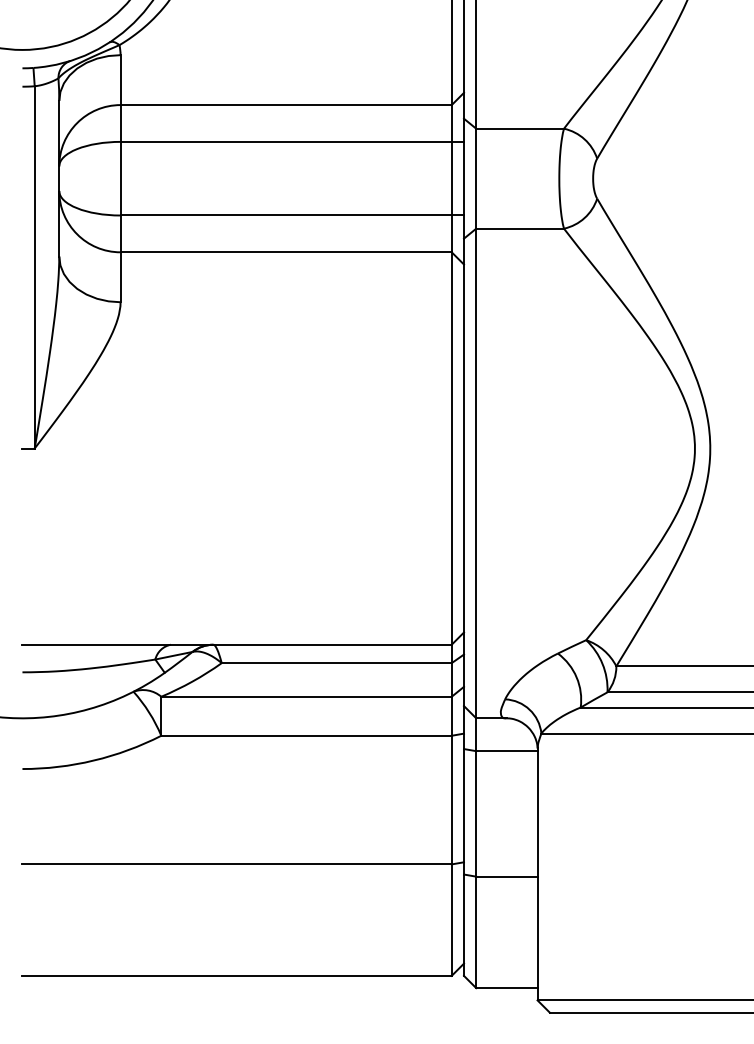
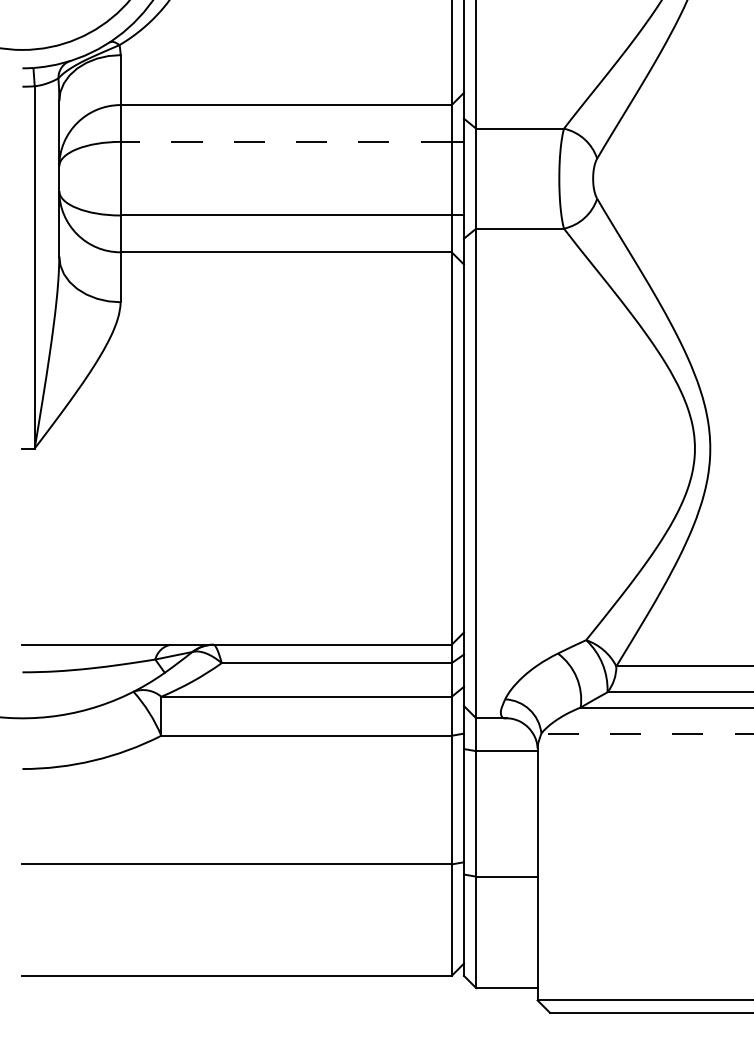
line at (286, 141): solid -> dashed
line at (647, 733): solid -> dashed
